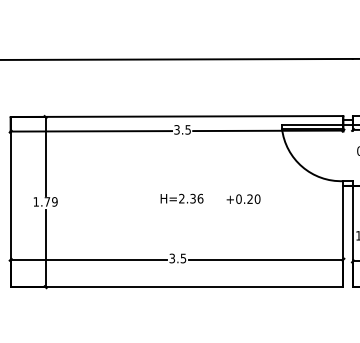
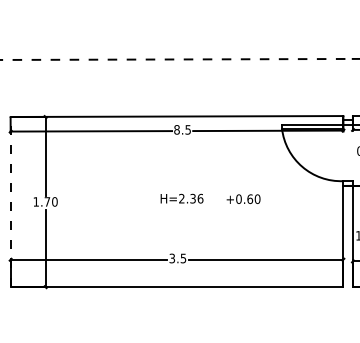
line at (177, 59): solid -> dashed
text at (176, 129): 3.5 -> 8.5
text at (250, 199): +0.20 -> +0.60
line at (10, 201): solid -> dashed
text at (54, 201): 1.79 -> 1.70
